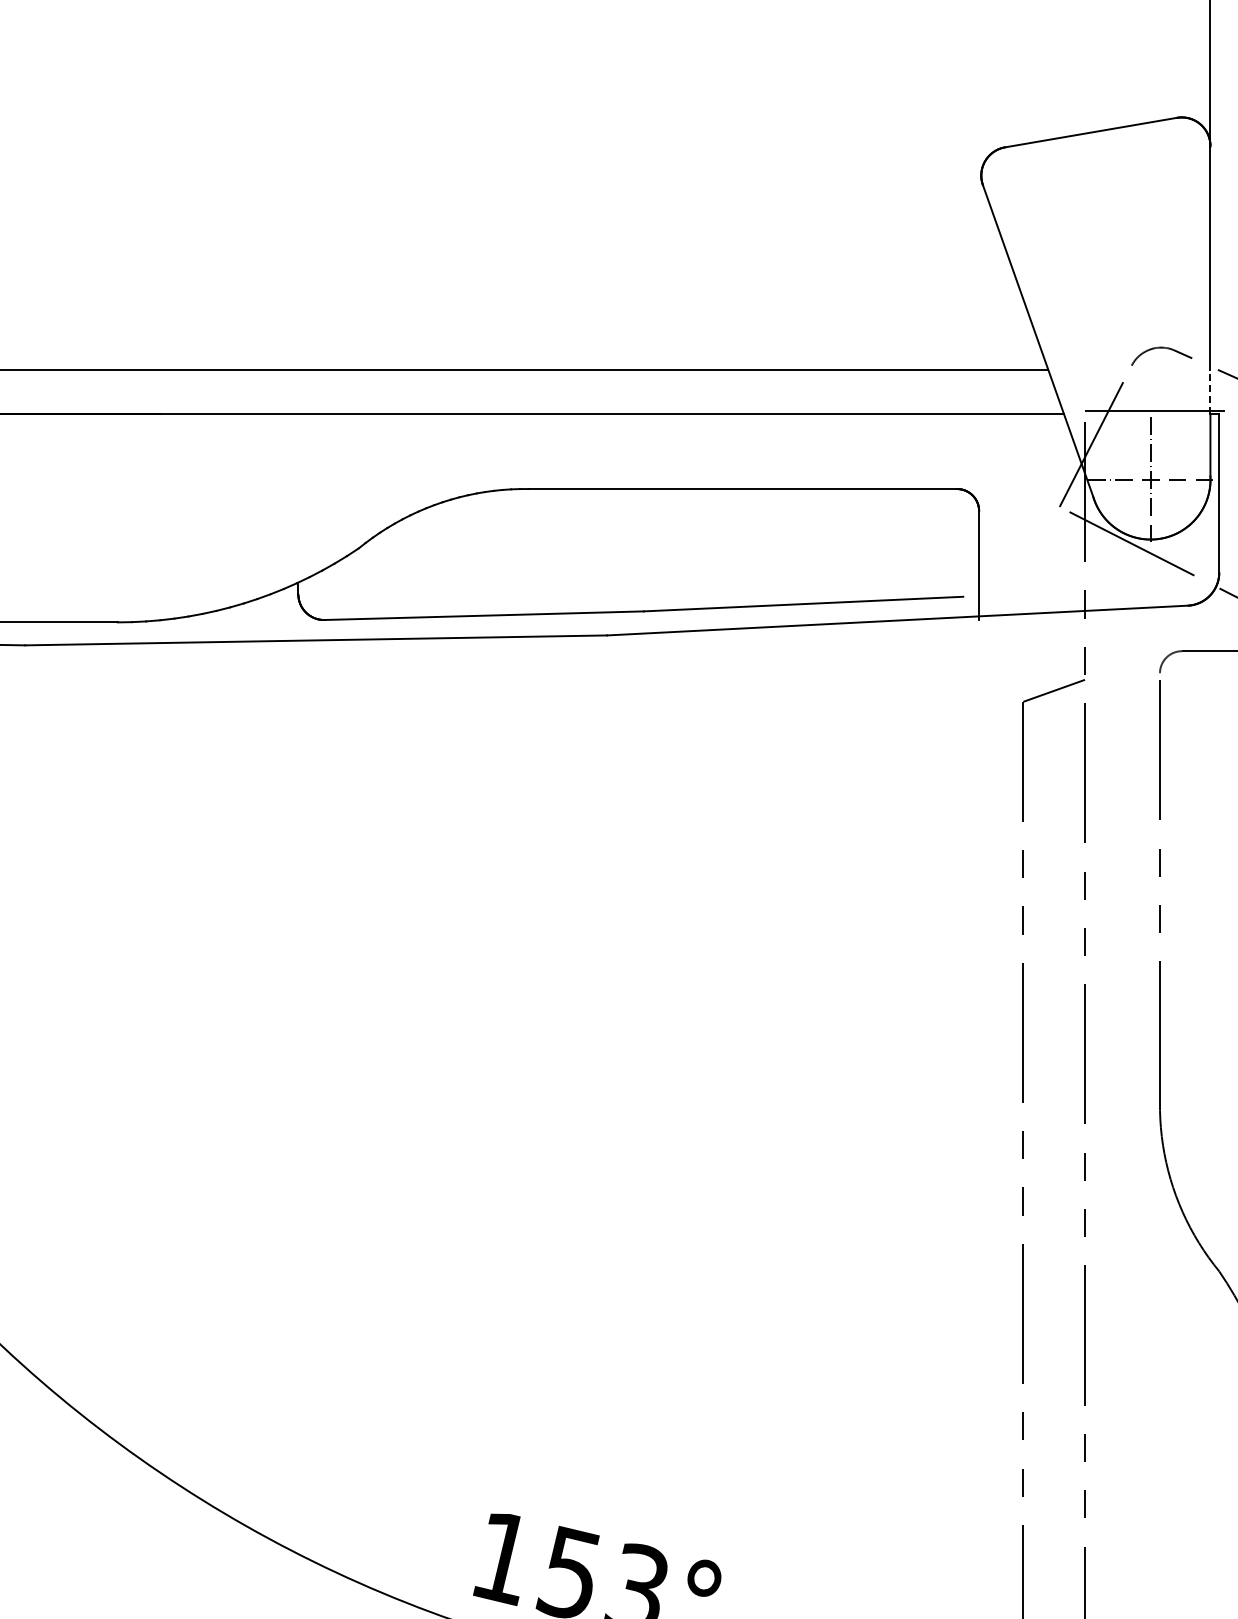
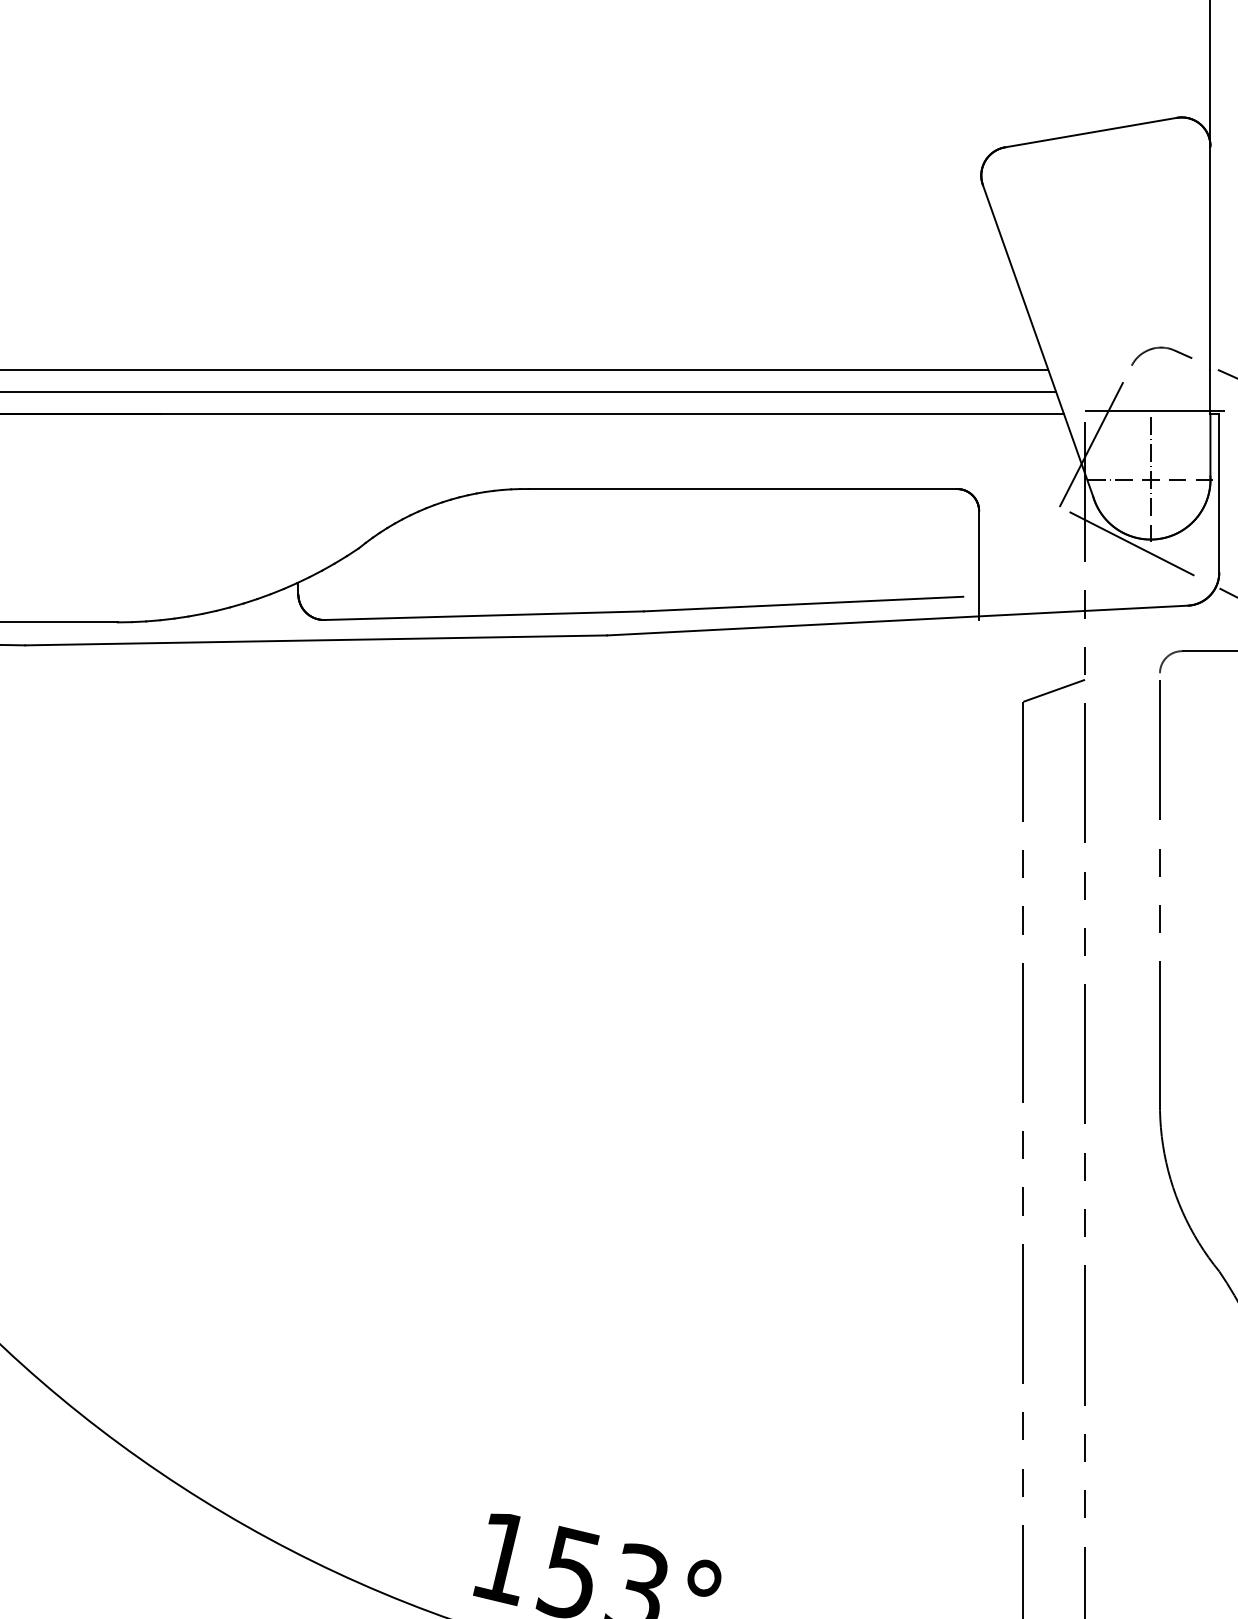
line at (1210, 391): dashed -> solid
line at (529, 392): none -> present
